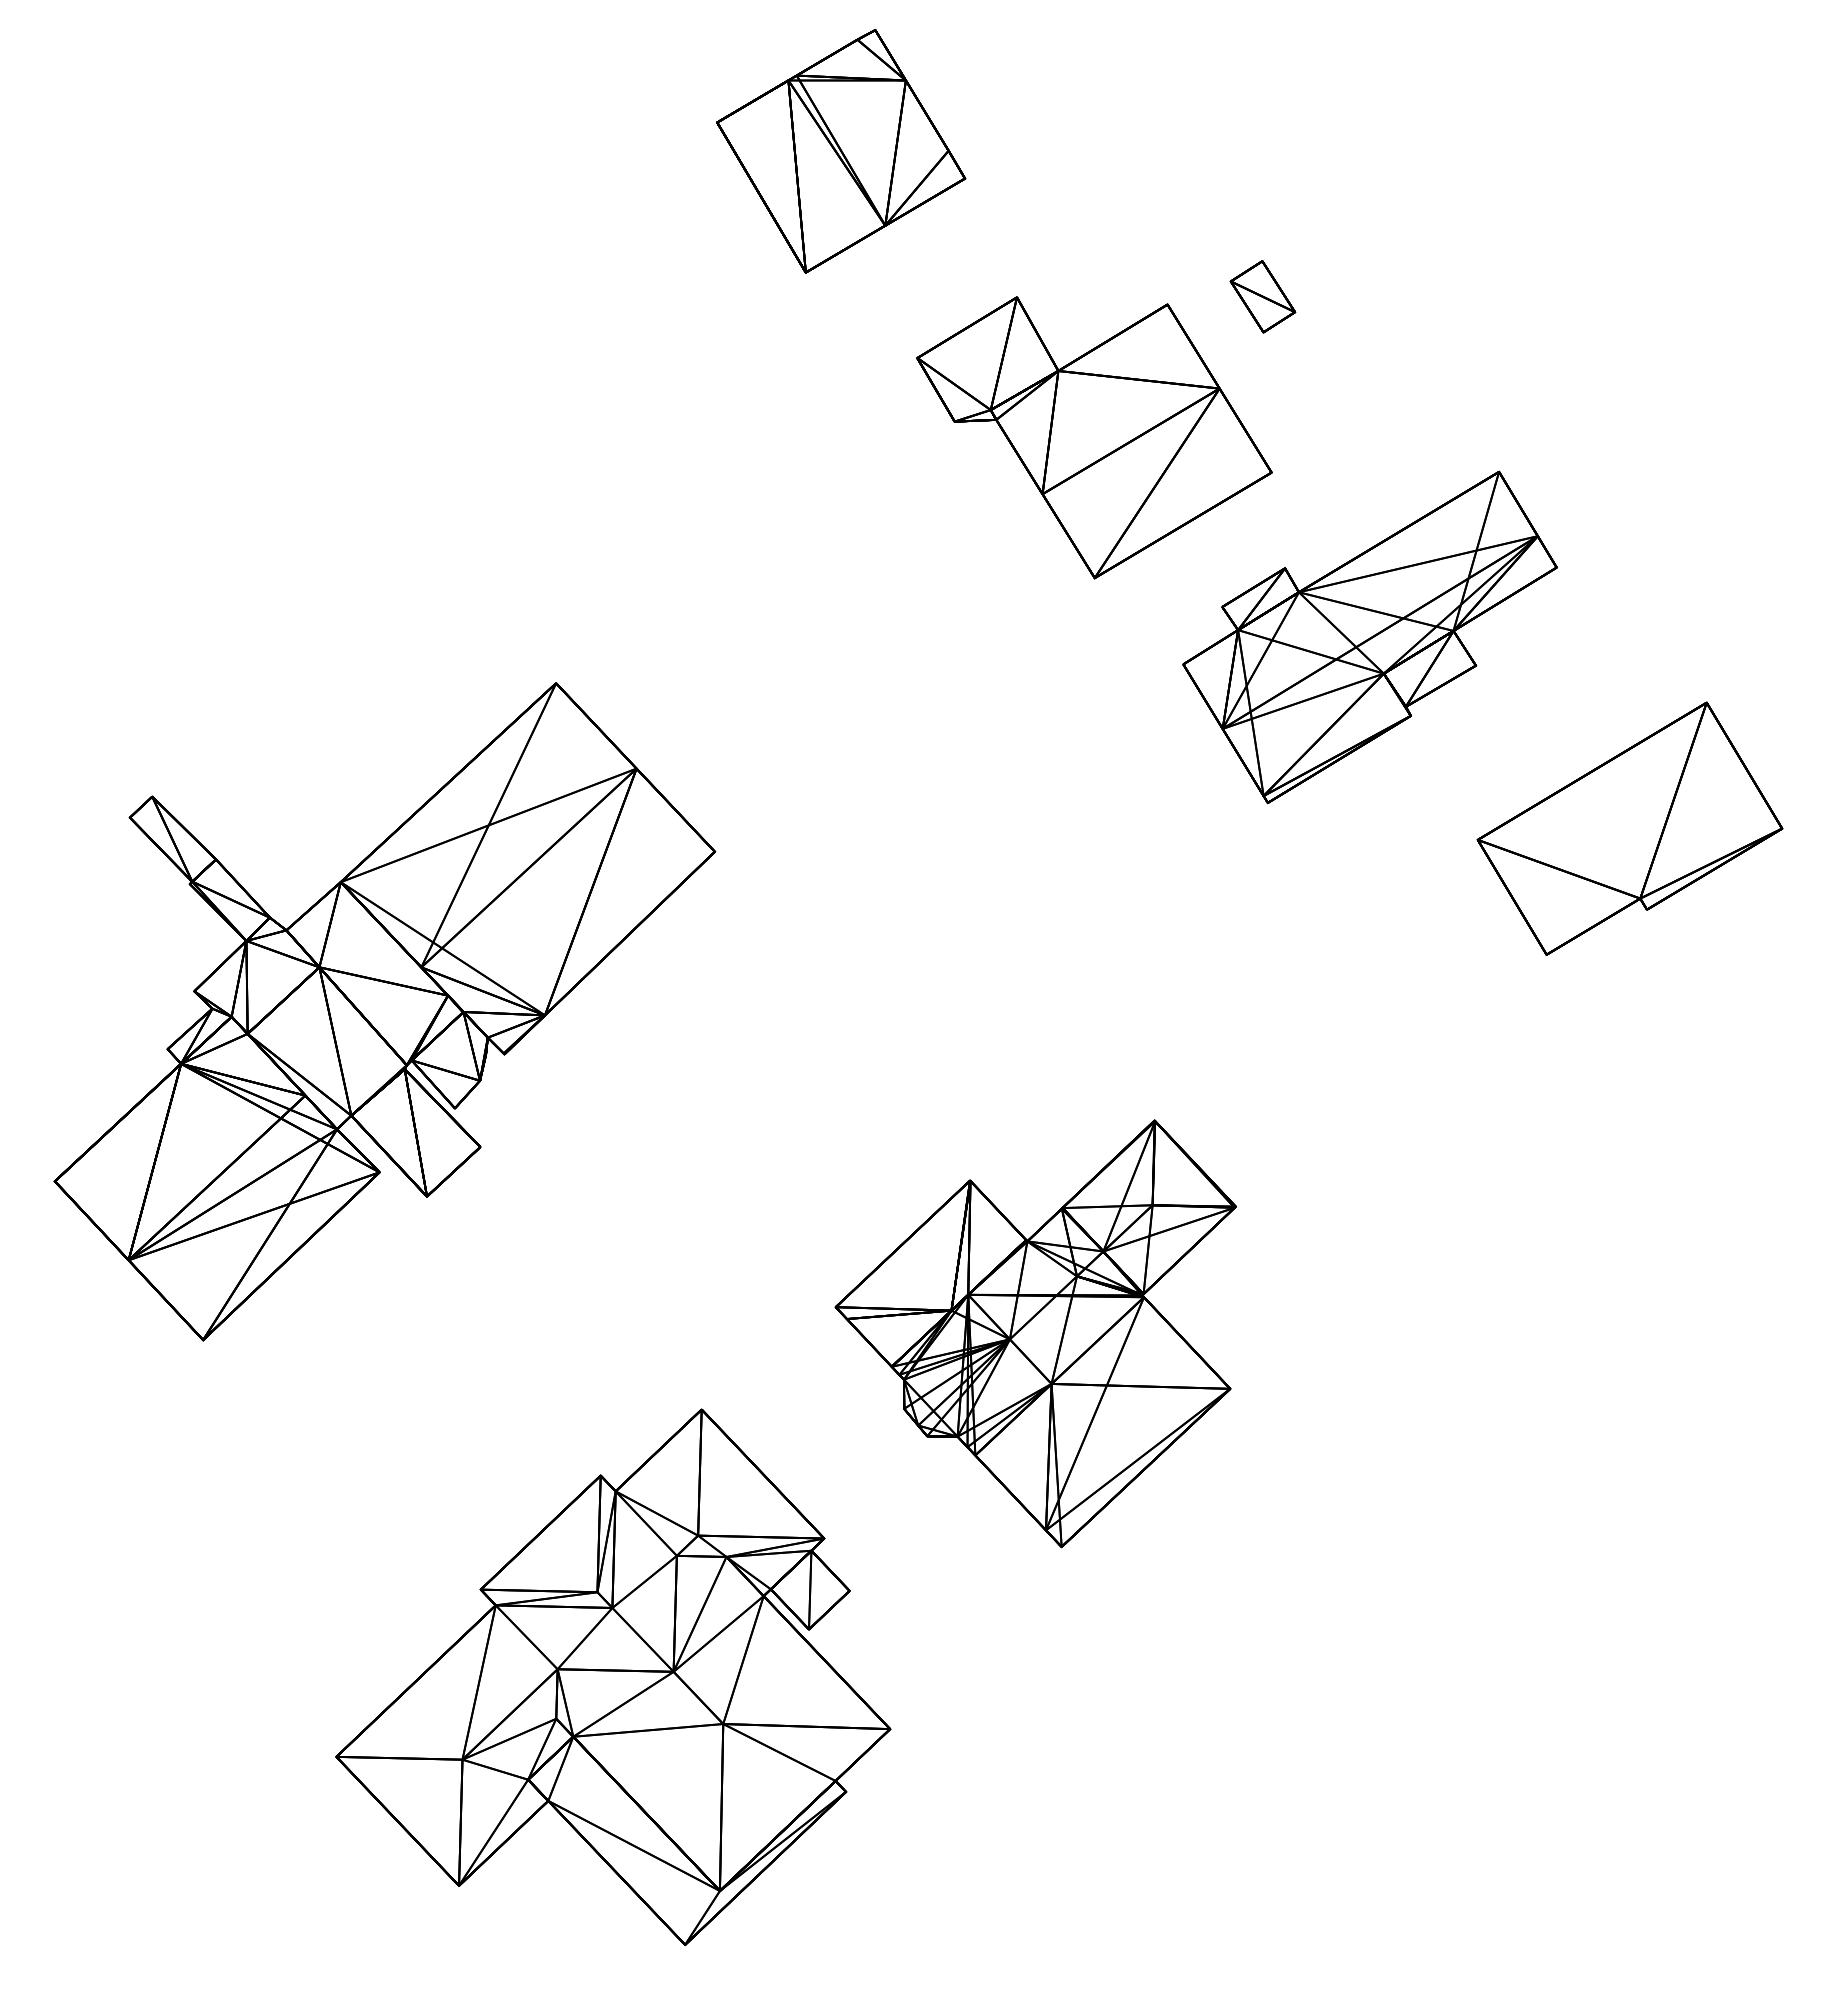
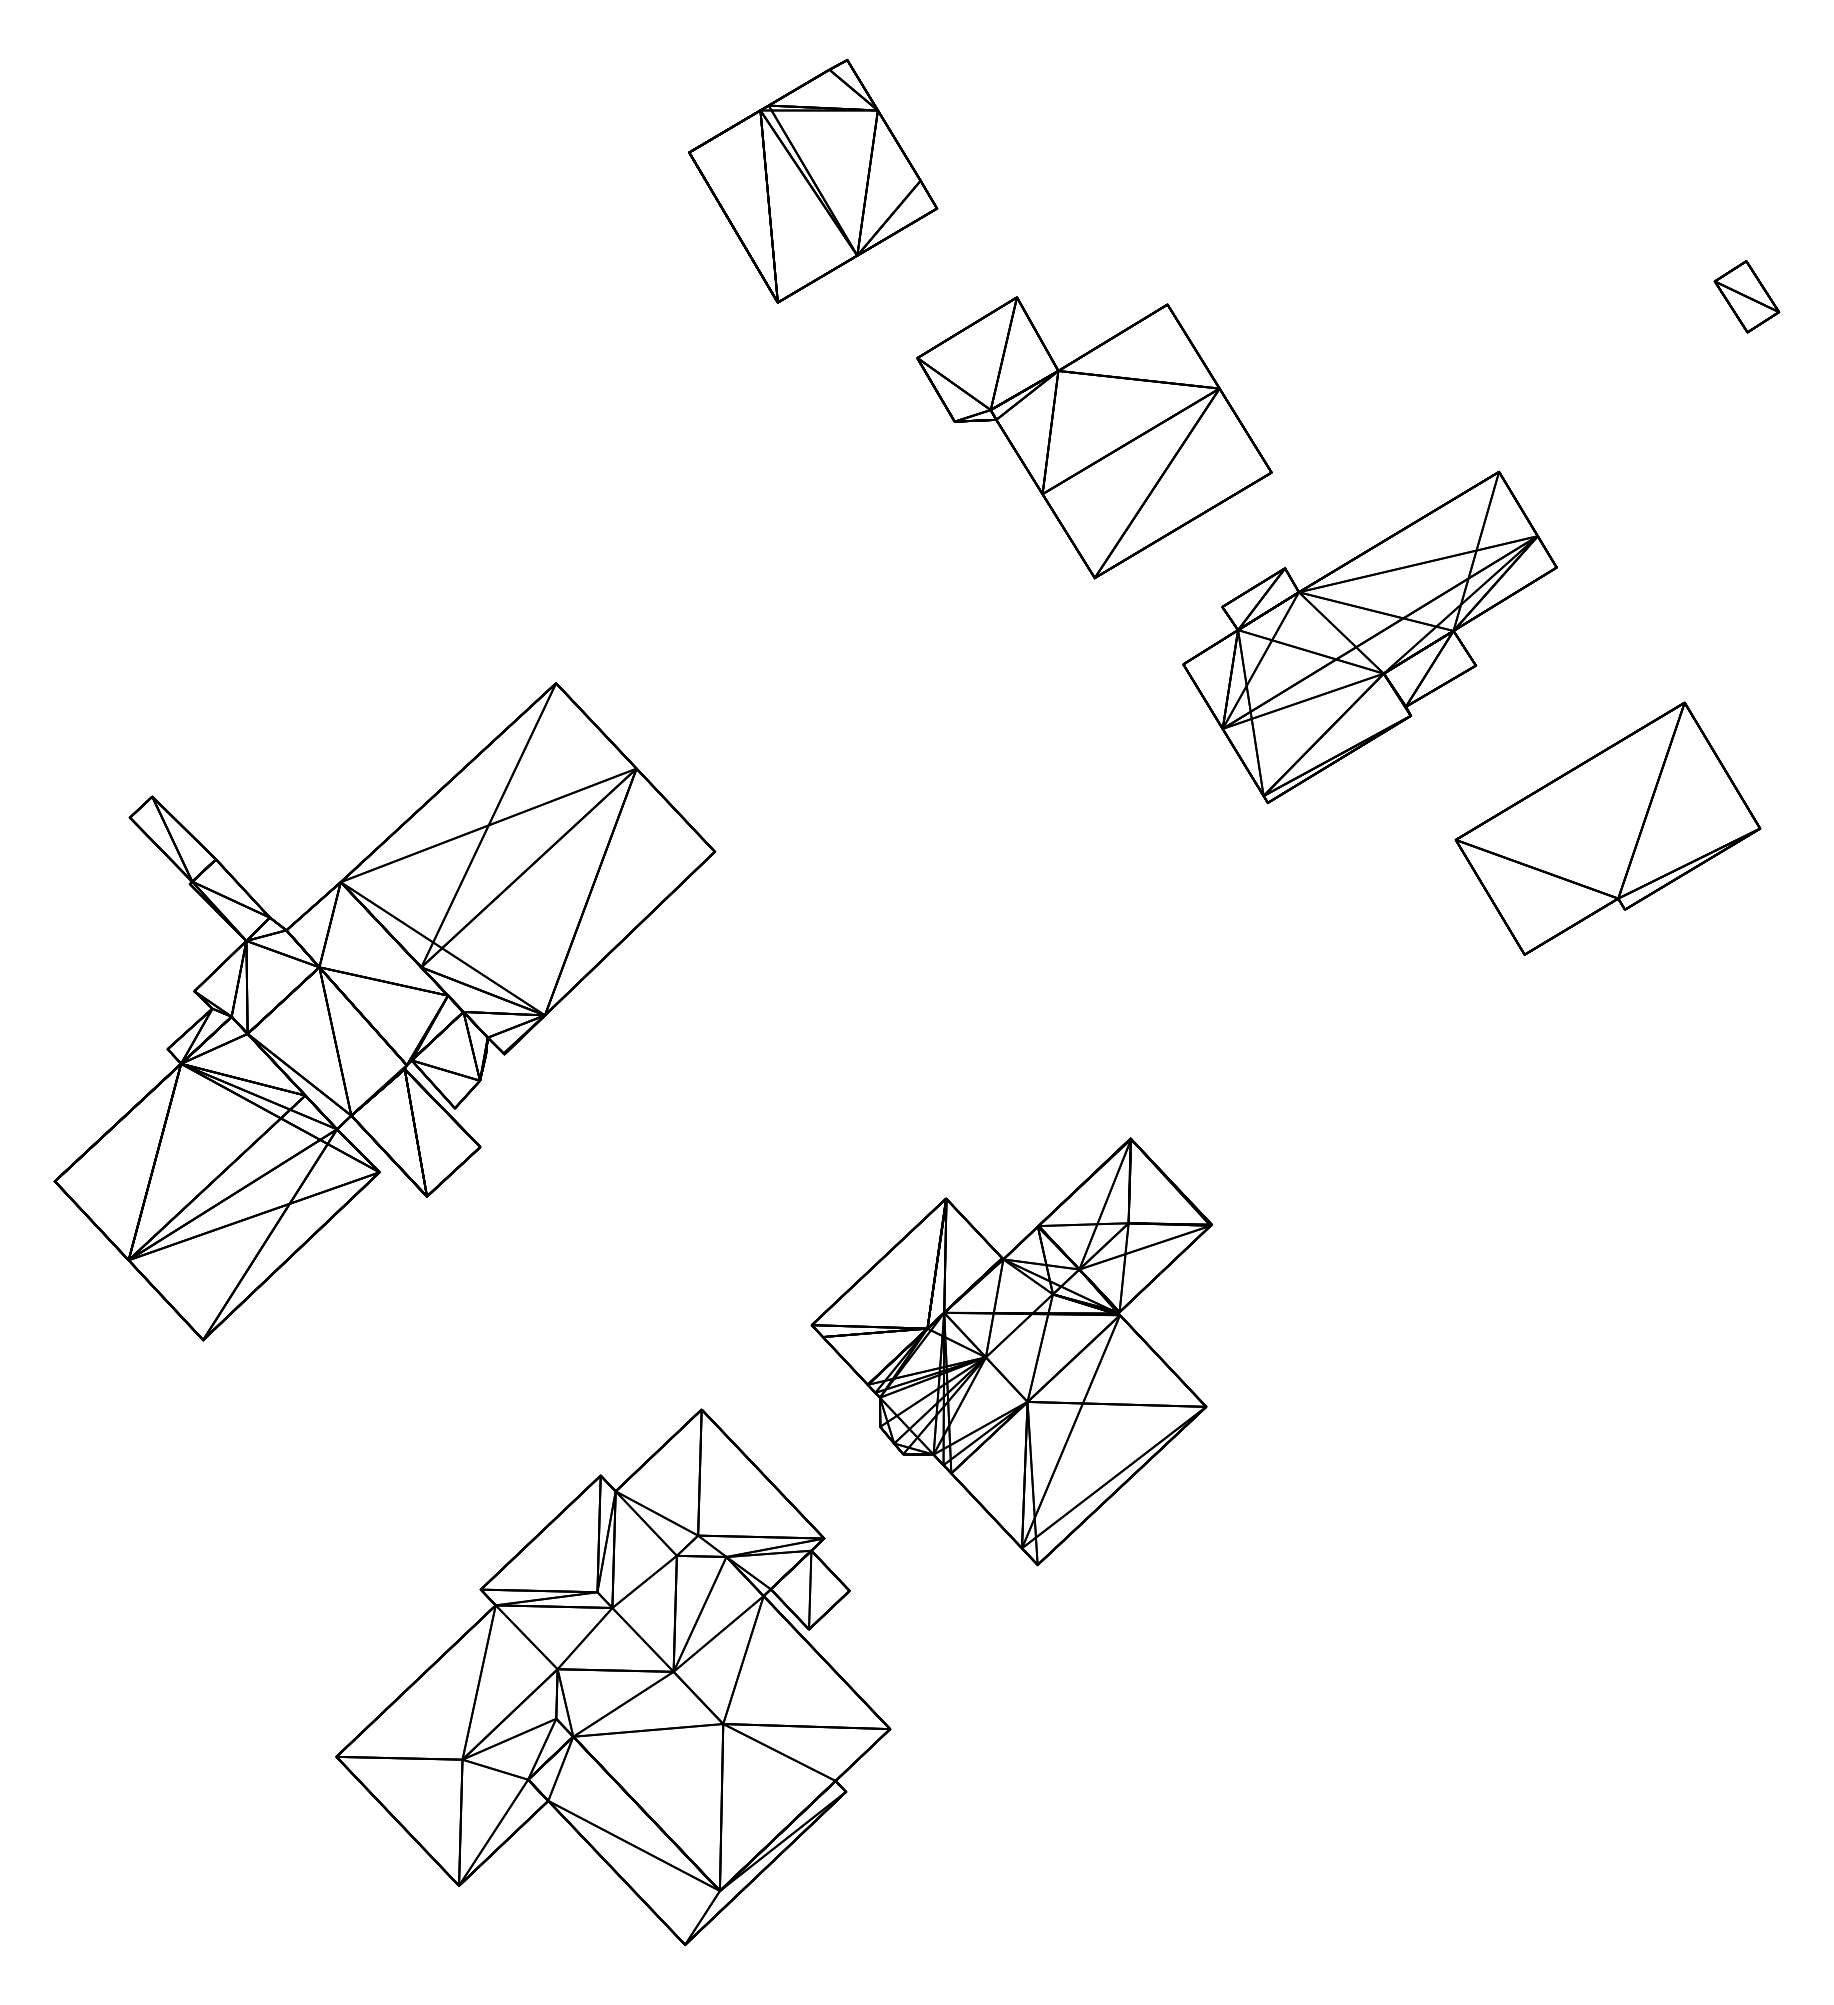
part at (841, 151) position: (841, 151) -> (813, 181)
part at (1262, 296) position: (1262, 296) -> (1746, 296)
part at (1629, 828) position: (1629, 828) -> (1607, 828)
part at (1035, 1333) position: (1035, 1333) -> (1011, 1351)
